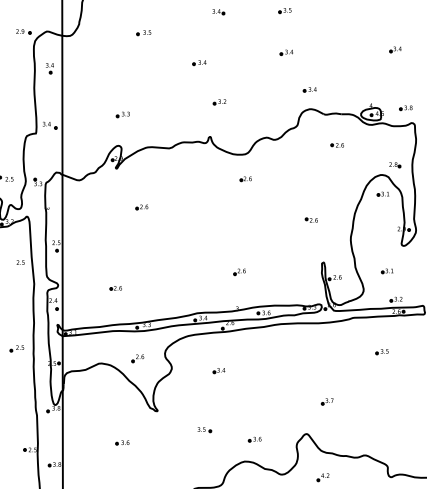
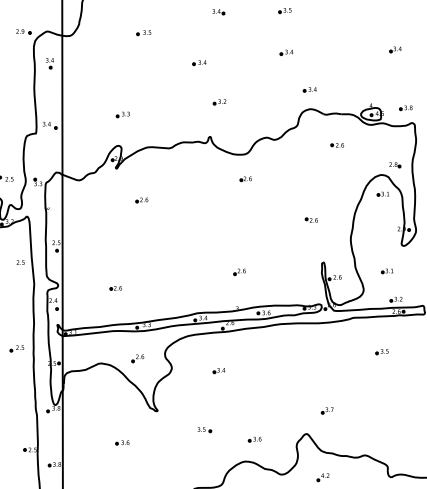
part at (49, 68) position: (49, 68) -> (49, 63)
part at (141, 207) position: (141, 207) -> (141, 200)
part at (326, 401) position: (326, 401) -> (326, 410)
